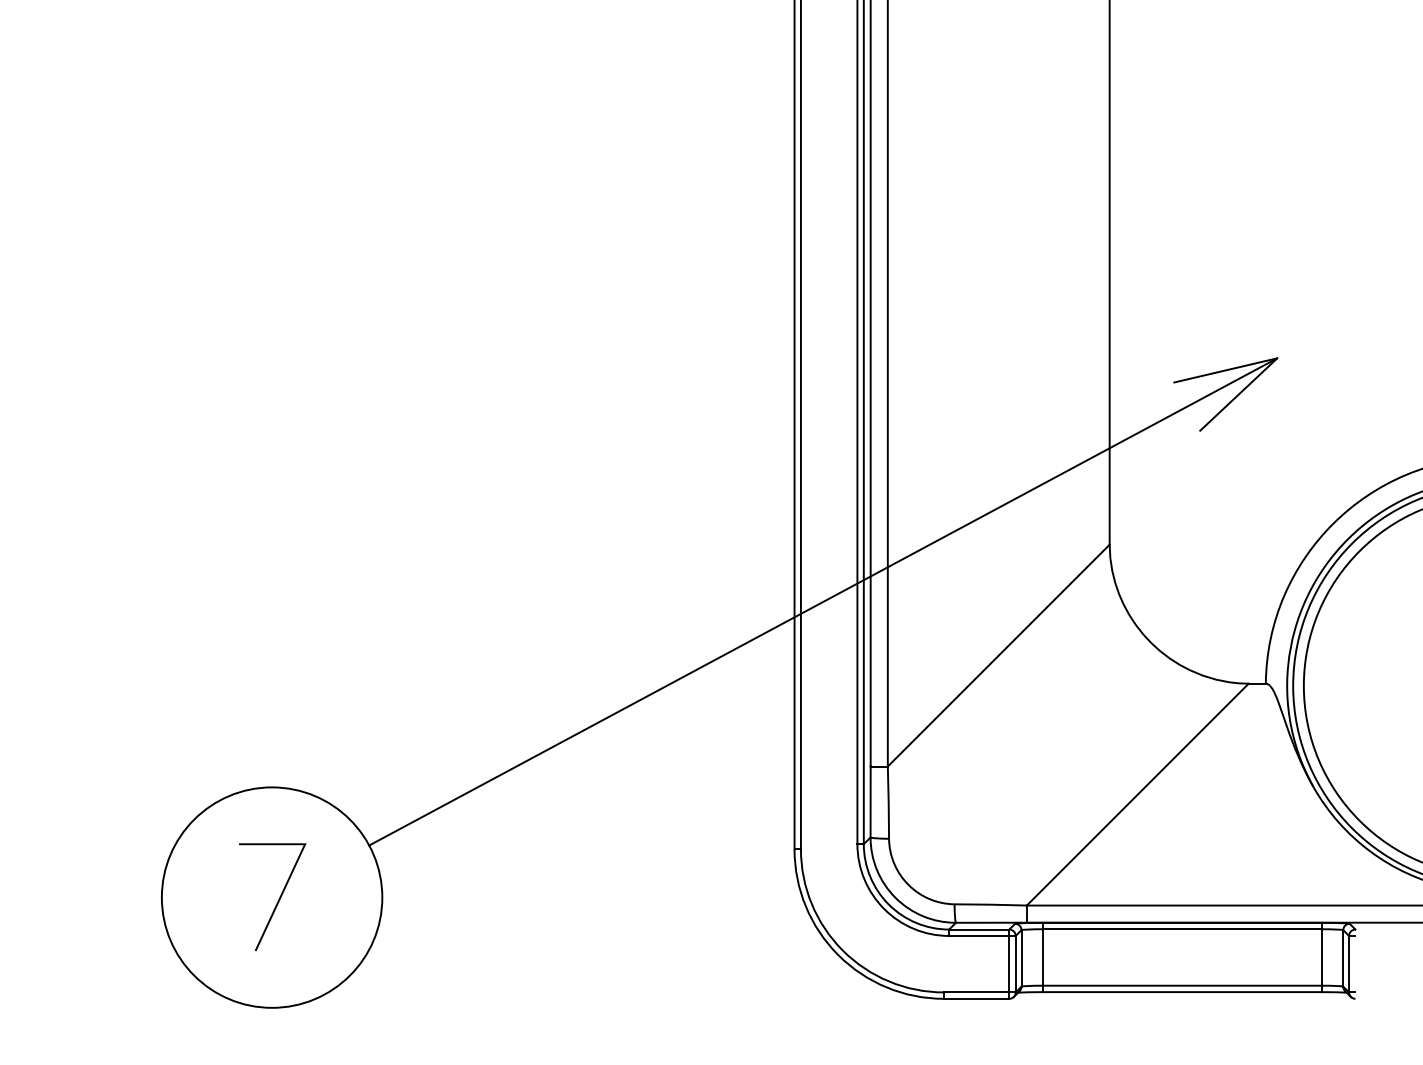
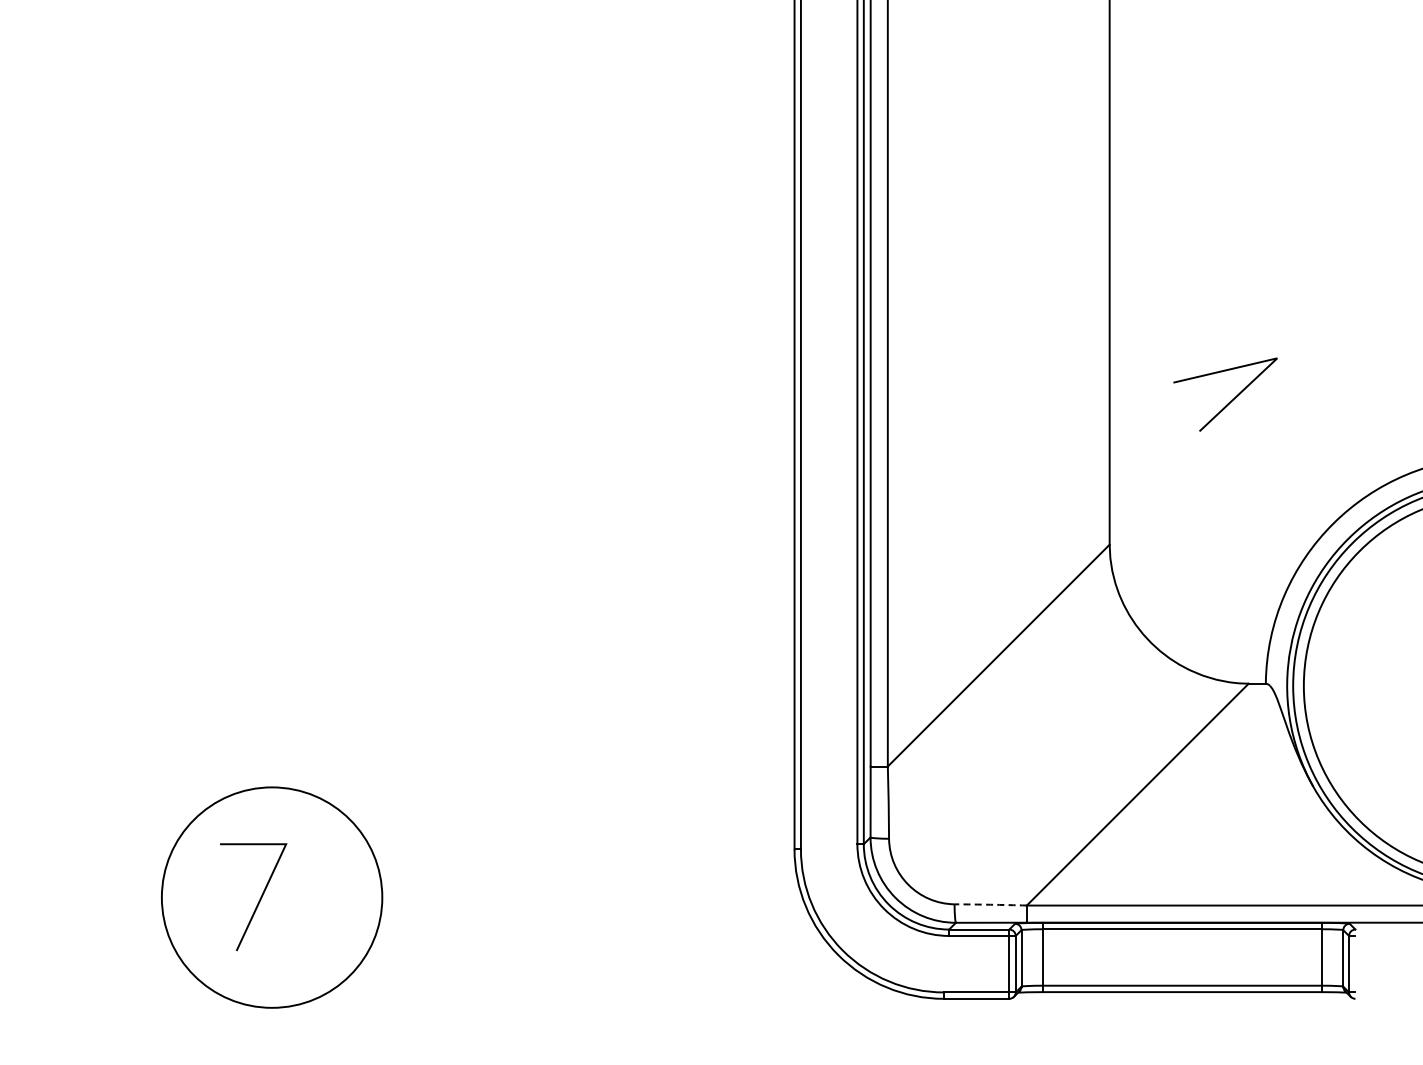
line at (823, 601): present -> none
line at (278, 899) position: (278, 899) -> (259, 899)
arc at (990, 904): solid -> dashed
